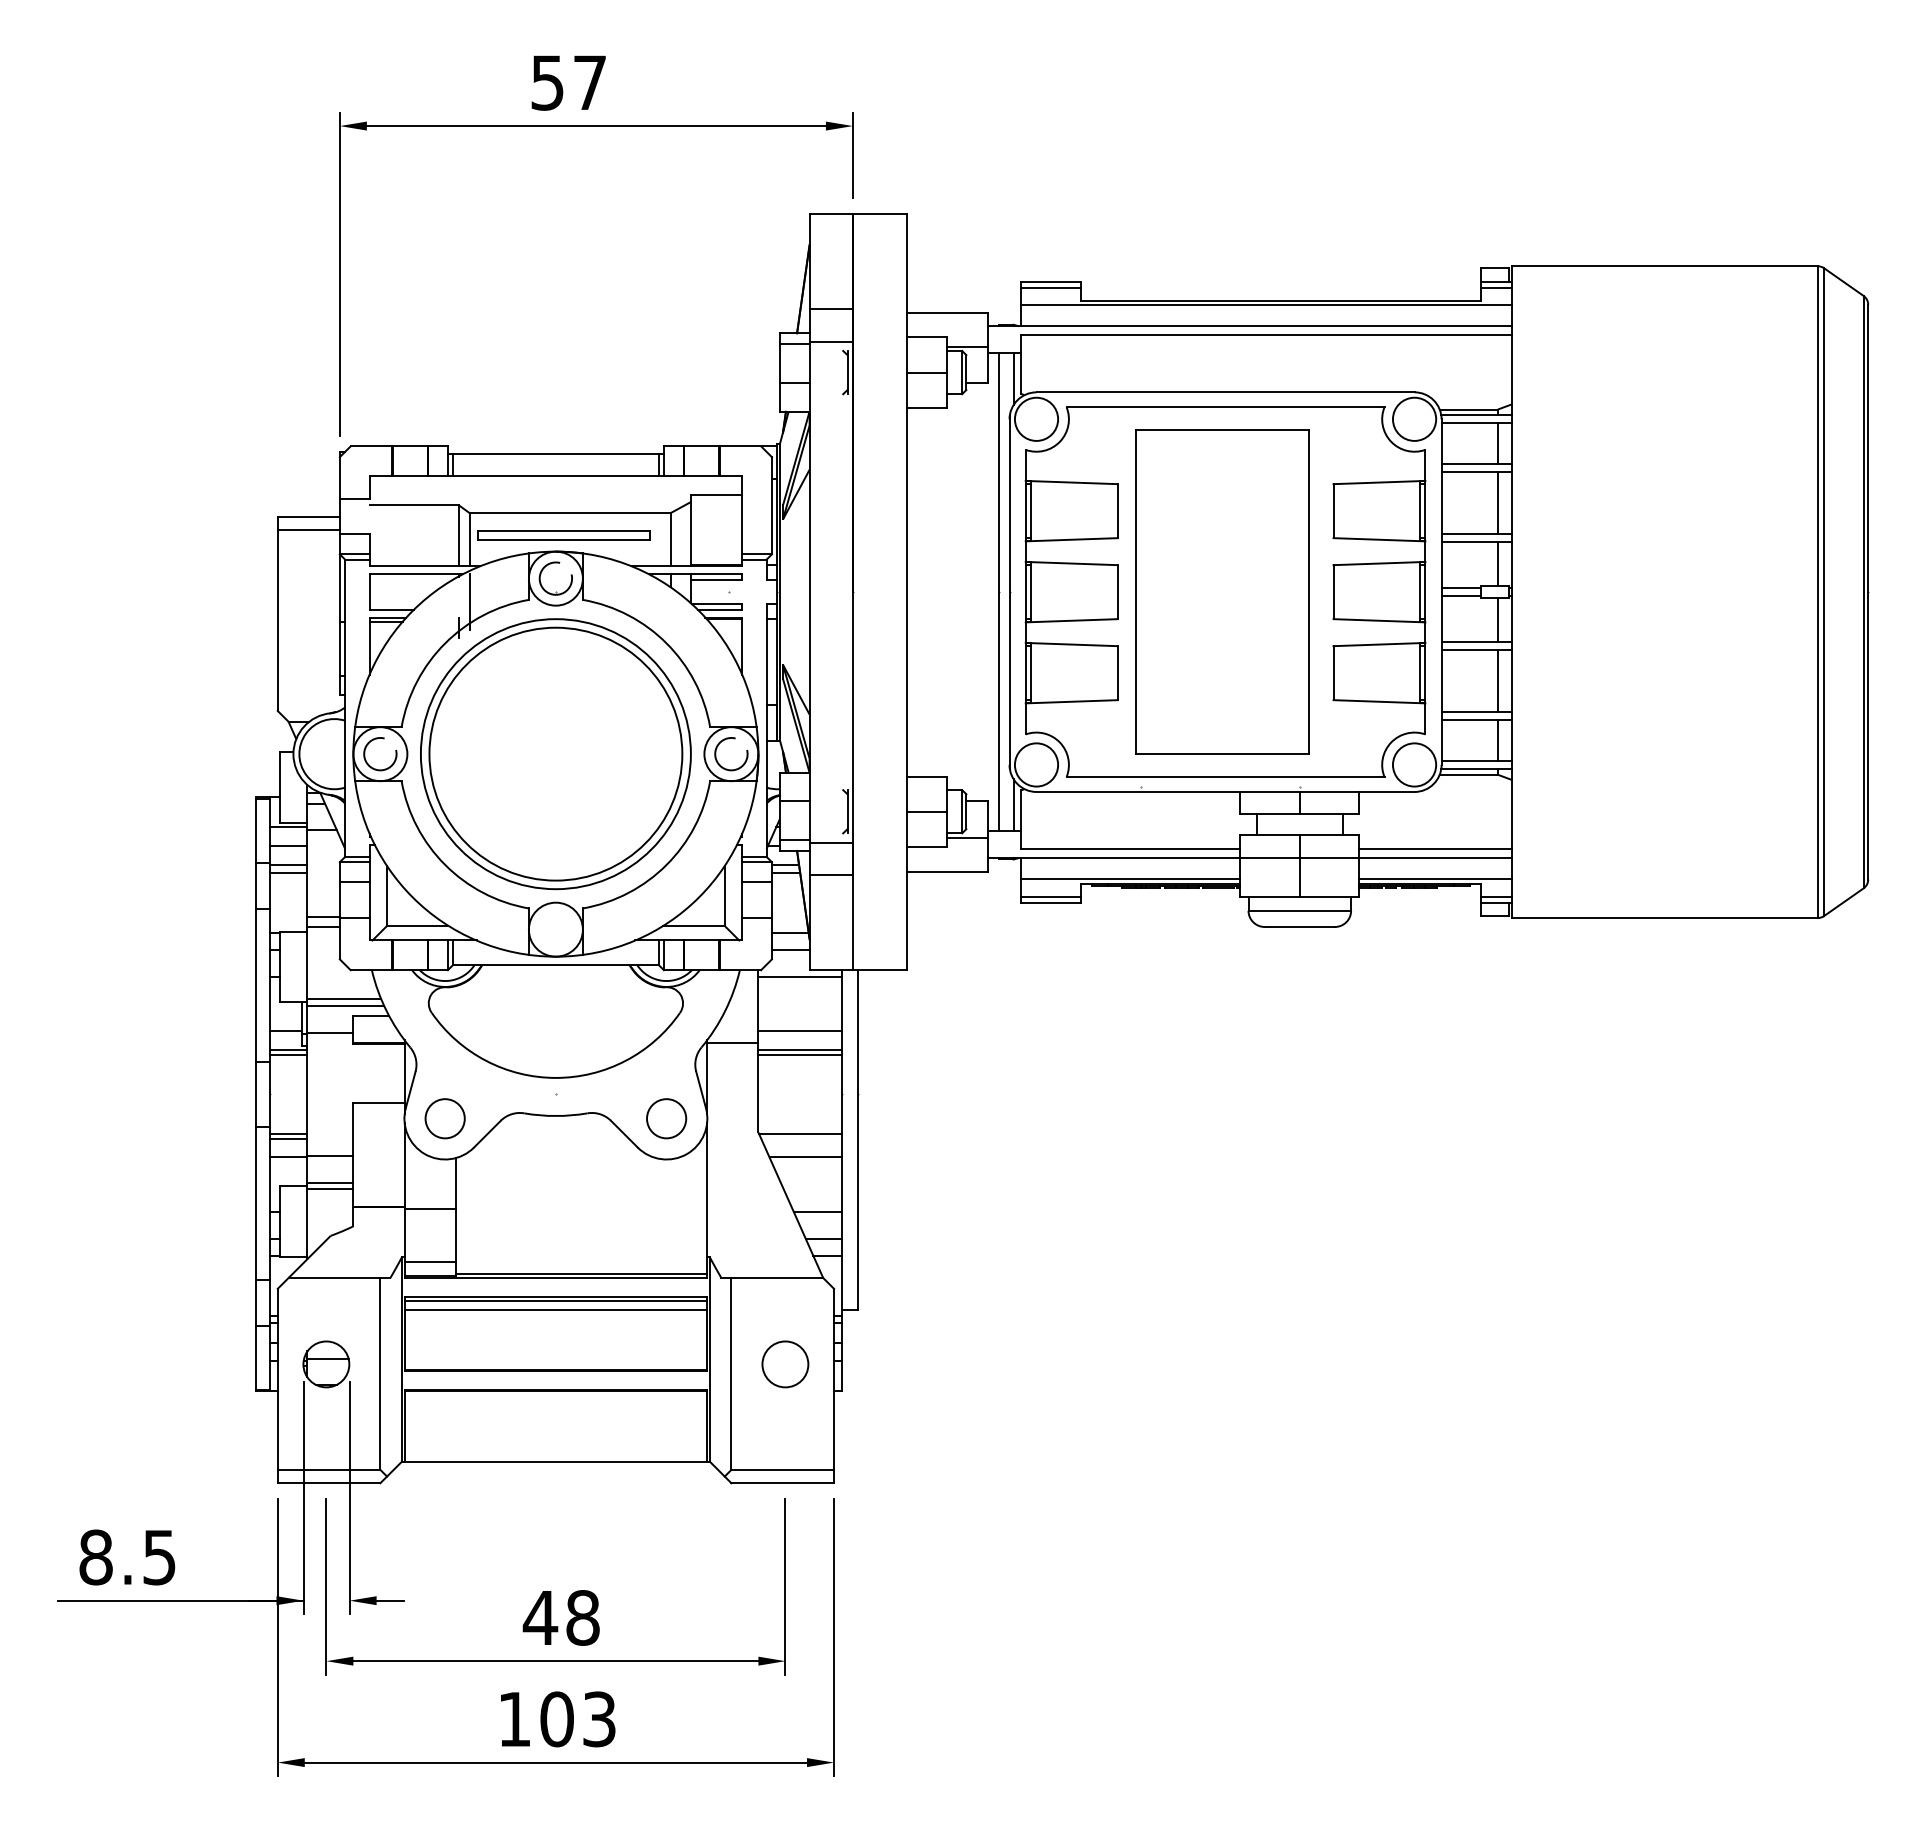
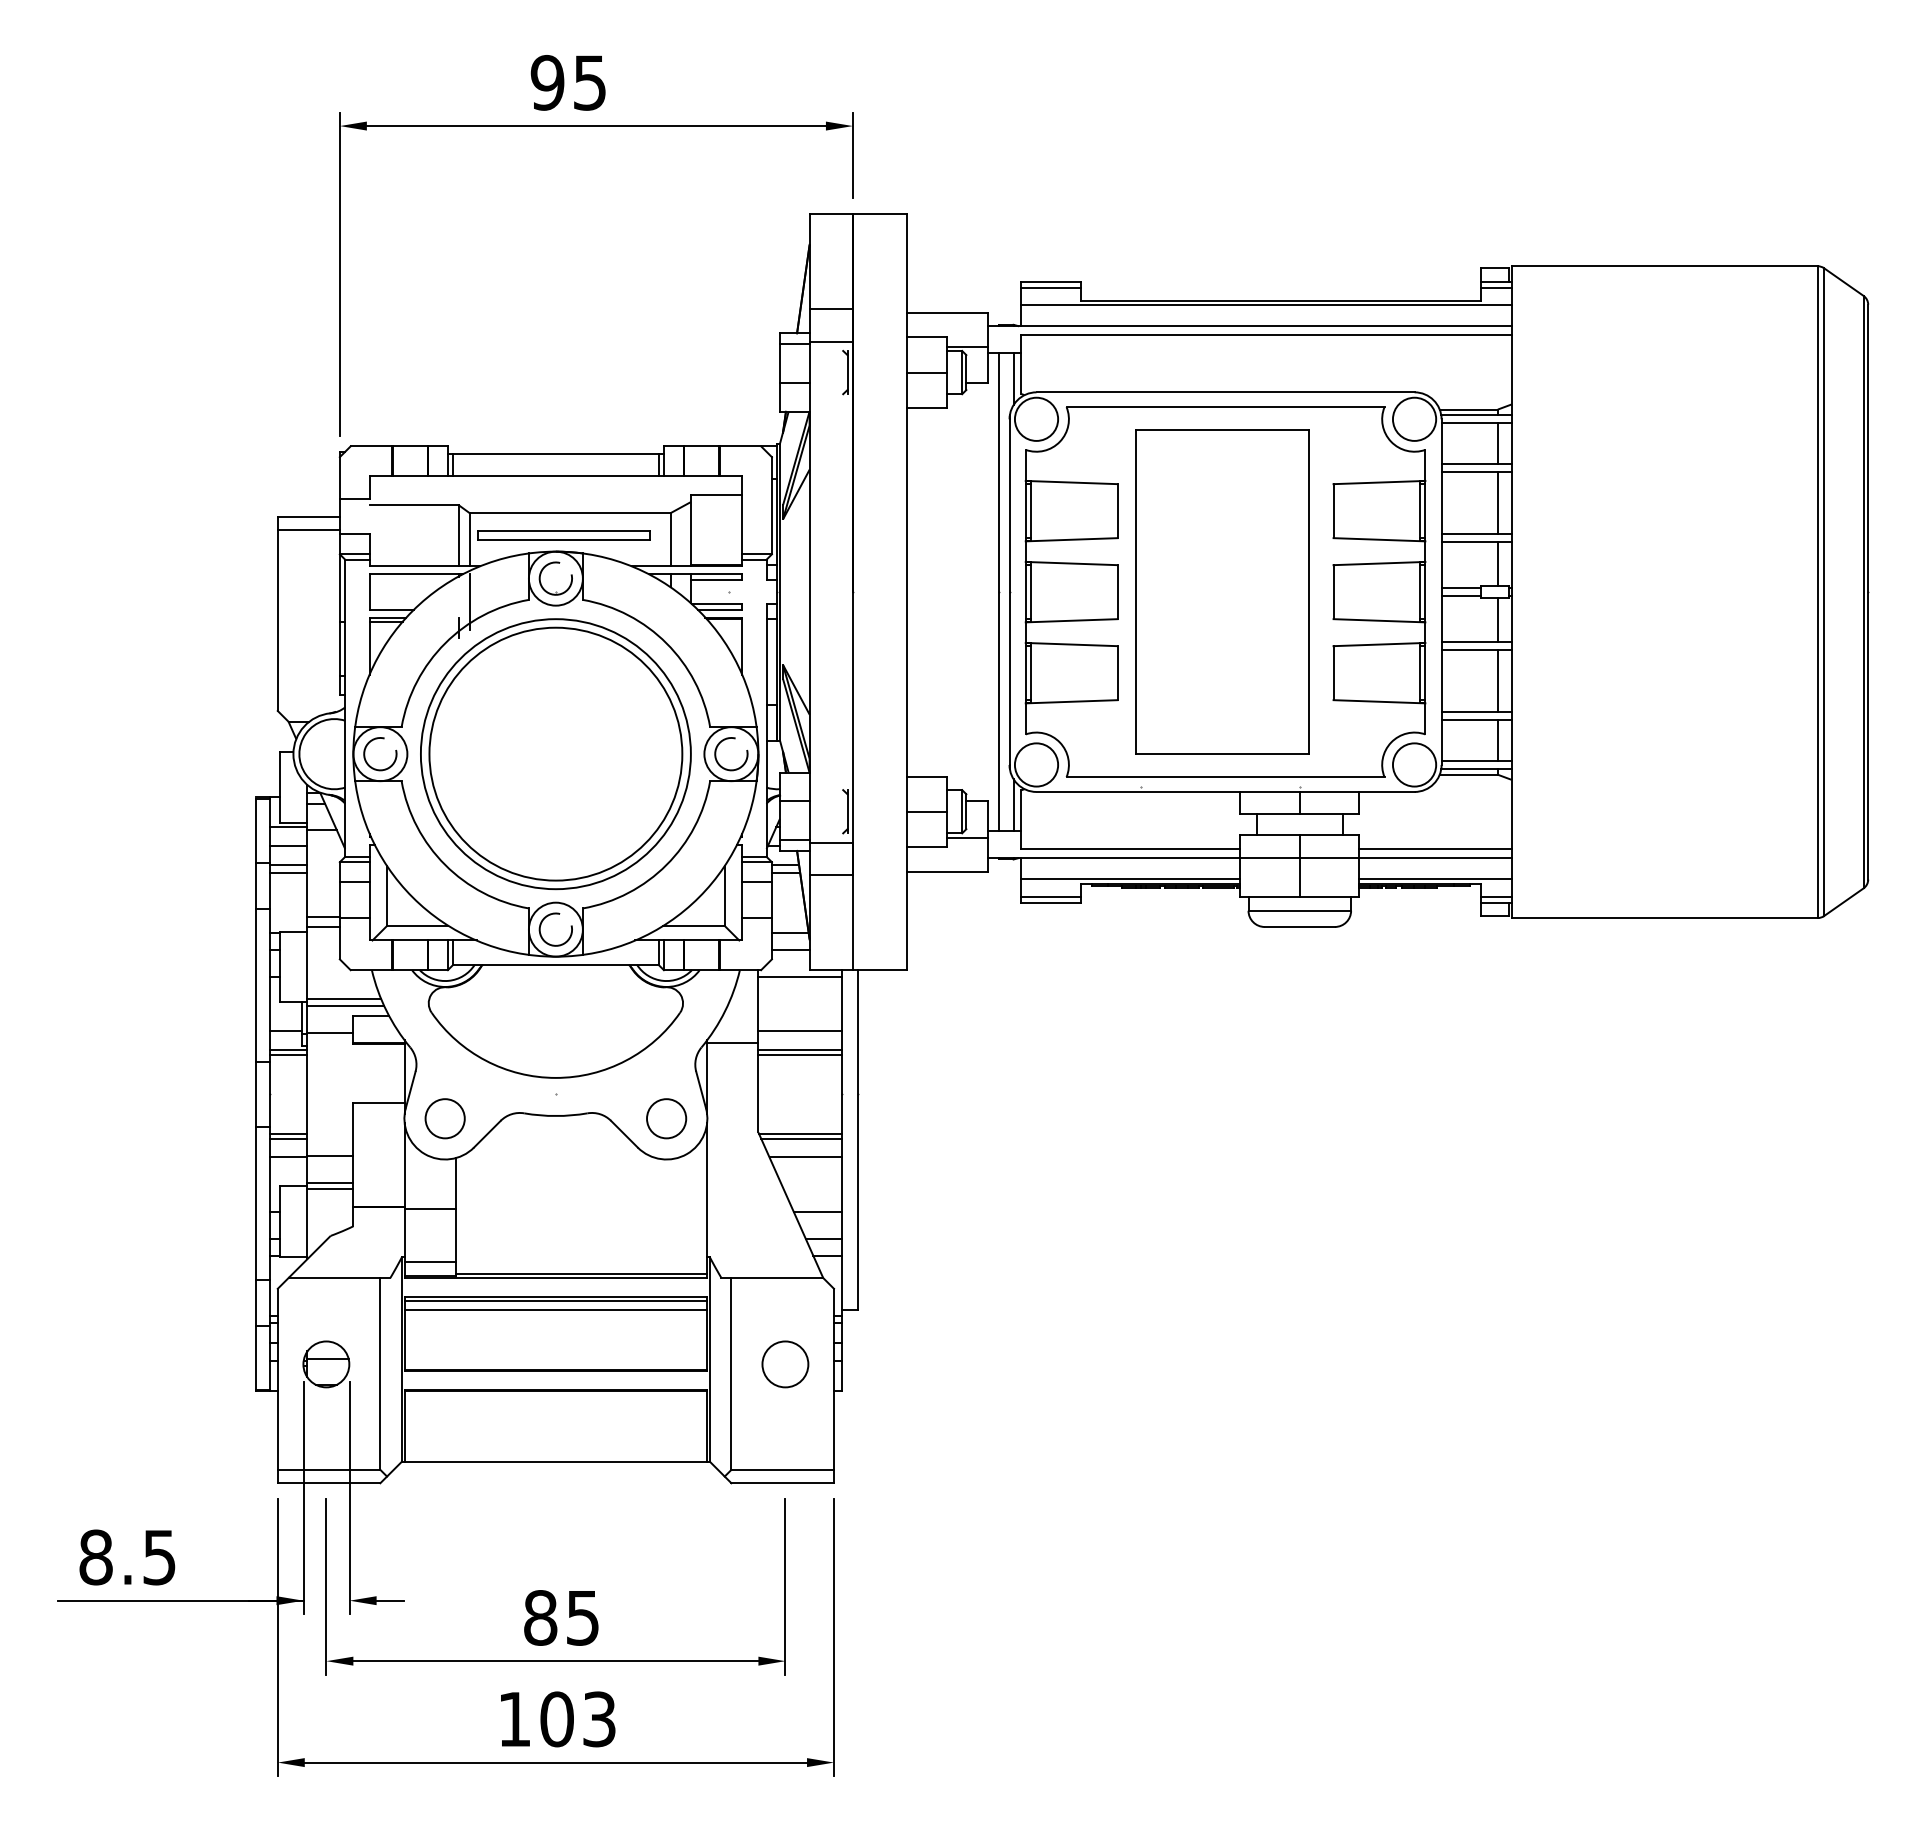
text at (567, 82): 57 -> 95
arc at (541, 925): none -> present
line at (801, 1138): none -> present
text at (560, 1617): 48 -> 85
